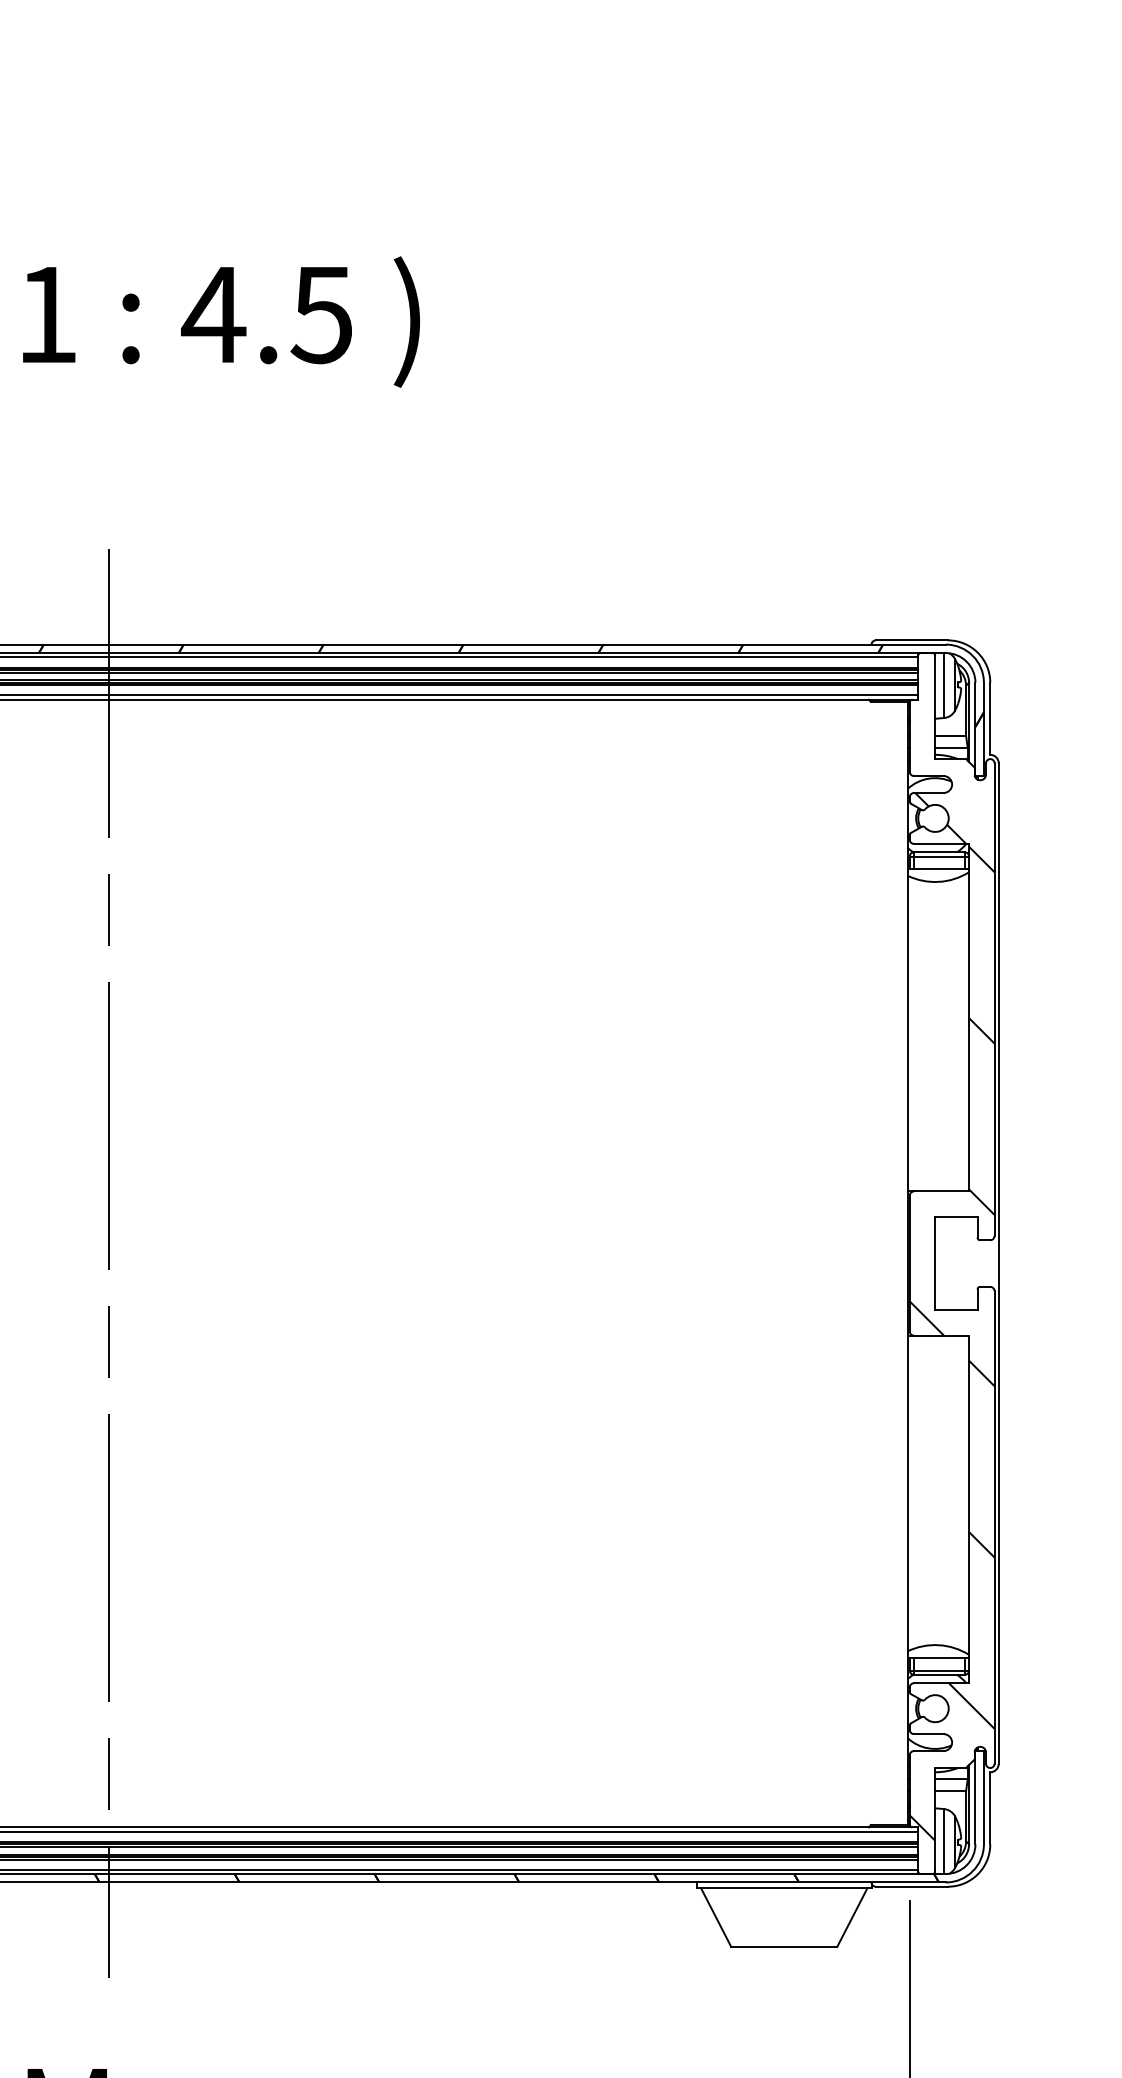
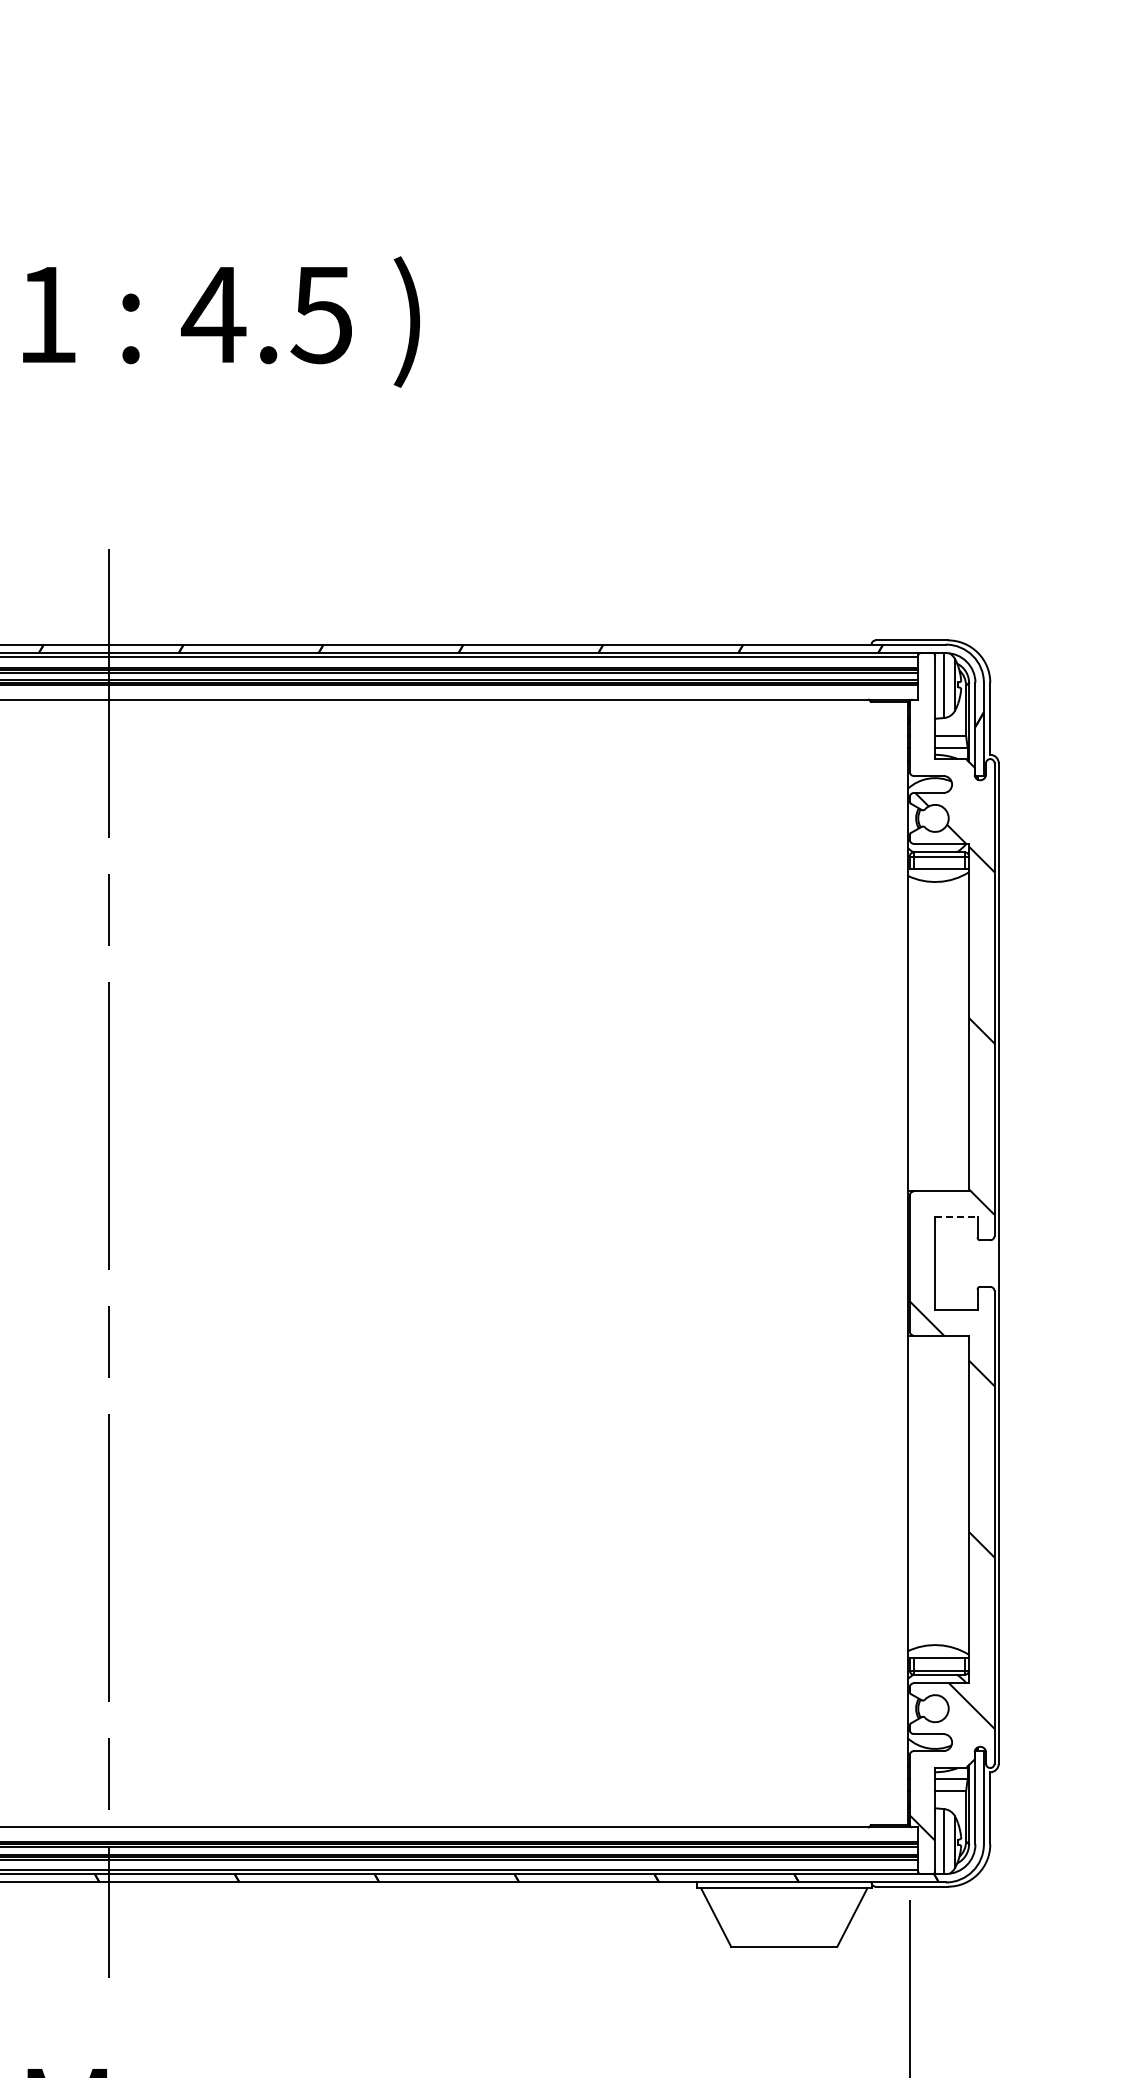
line at (460, 695): present -> none
line at (956, 1216): solid -> dashed
line at (460, 1831): present -> none
